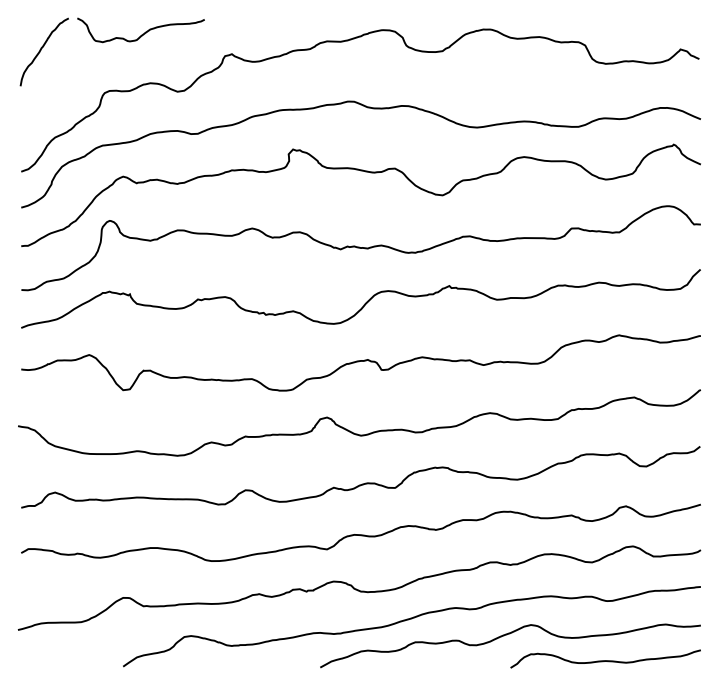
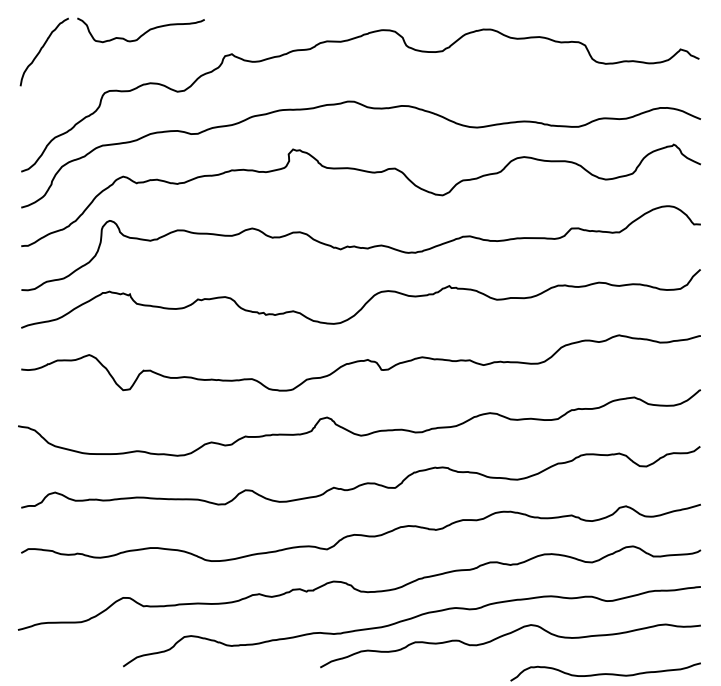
curve at (605, 660) position: (605, 660) -> (605, 673)
